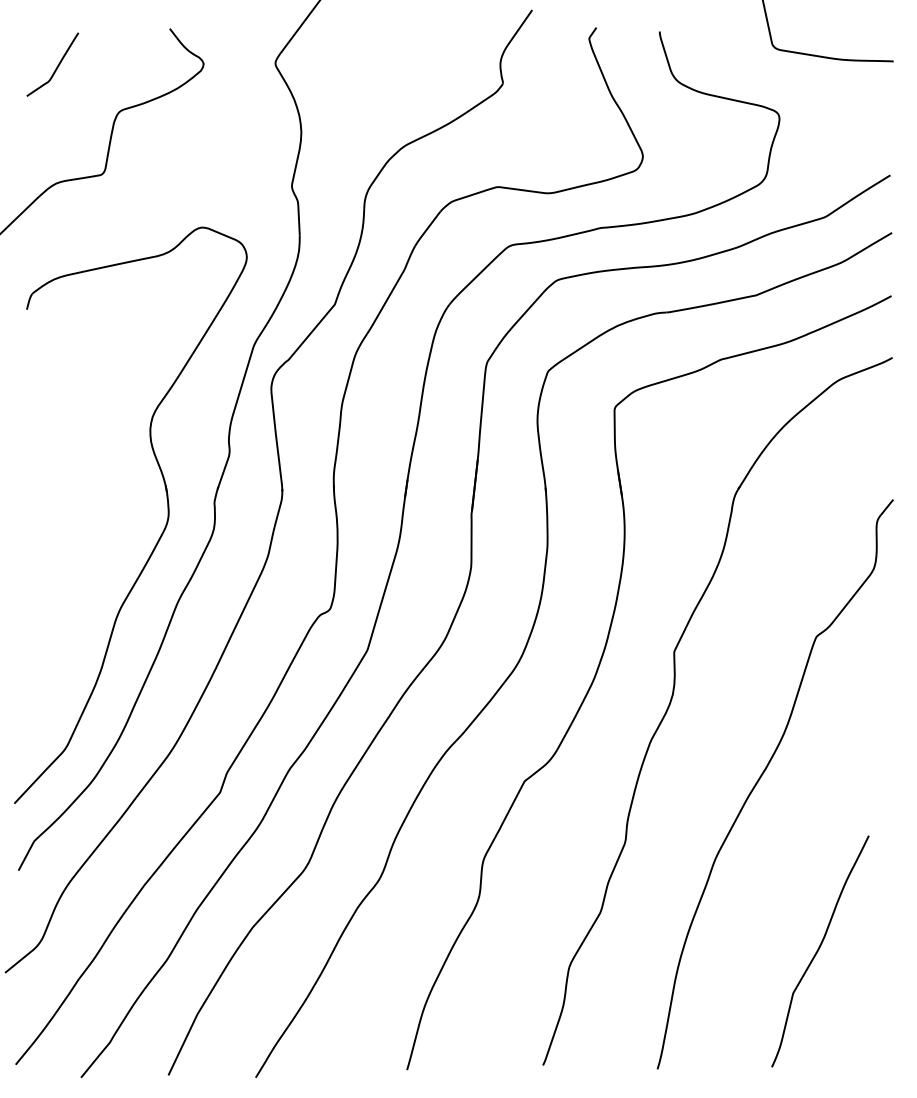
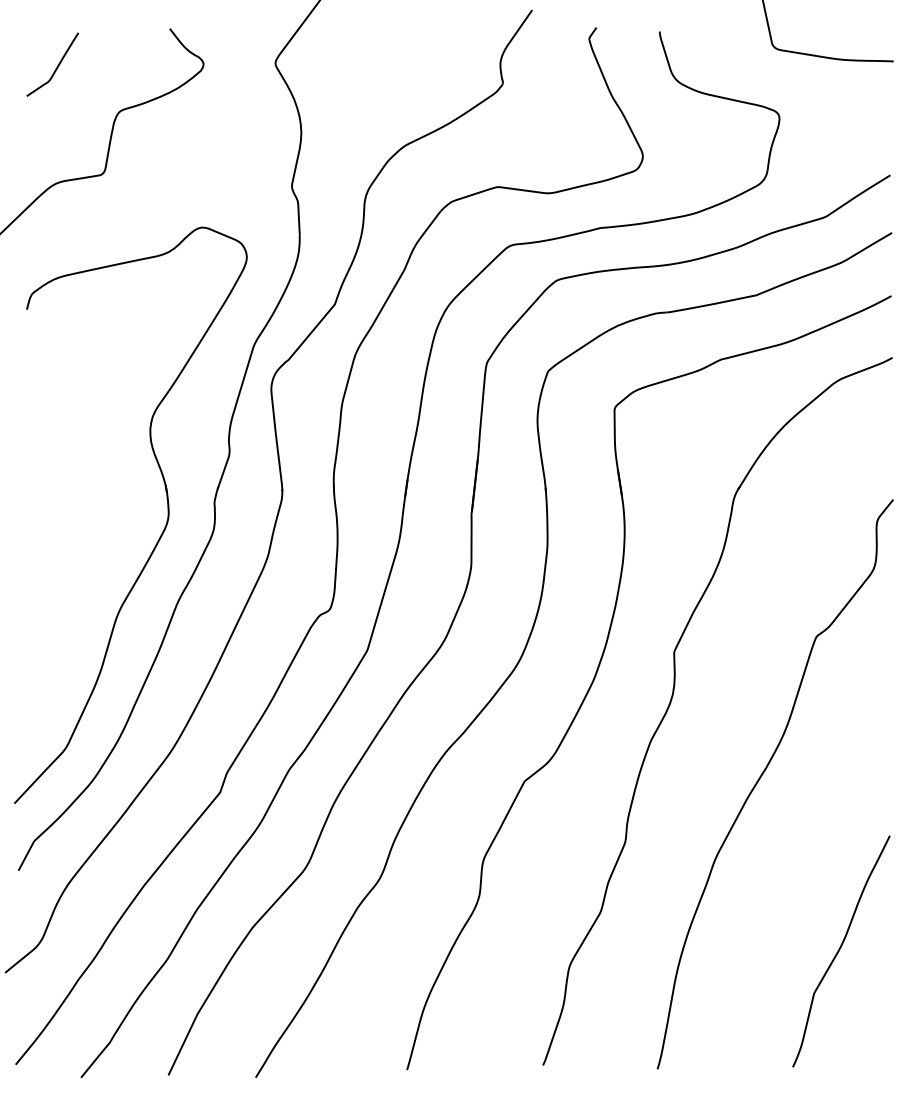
curve at (818, 951) position: (818, 951) -> (839, 951)
